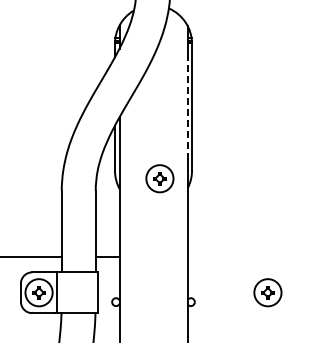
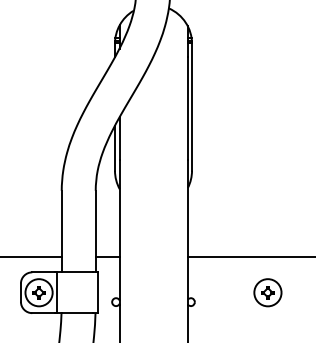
line at (187, 108): dashed -> solid
part at (159, 178): present -> none
line at (249, 256): none -> present
